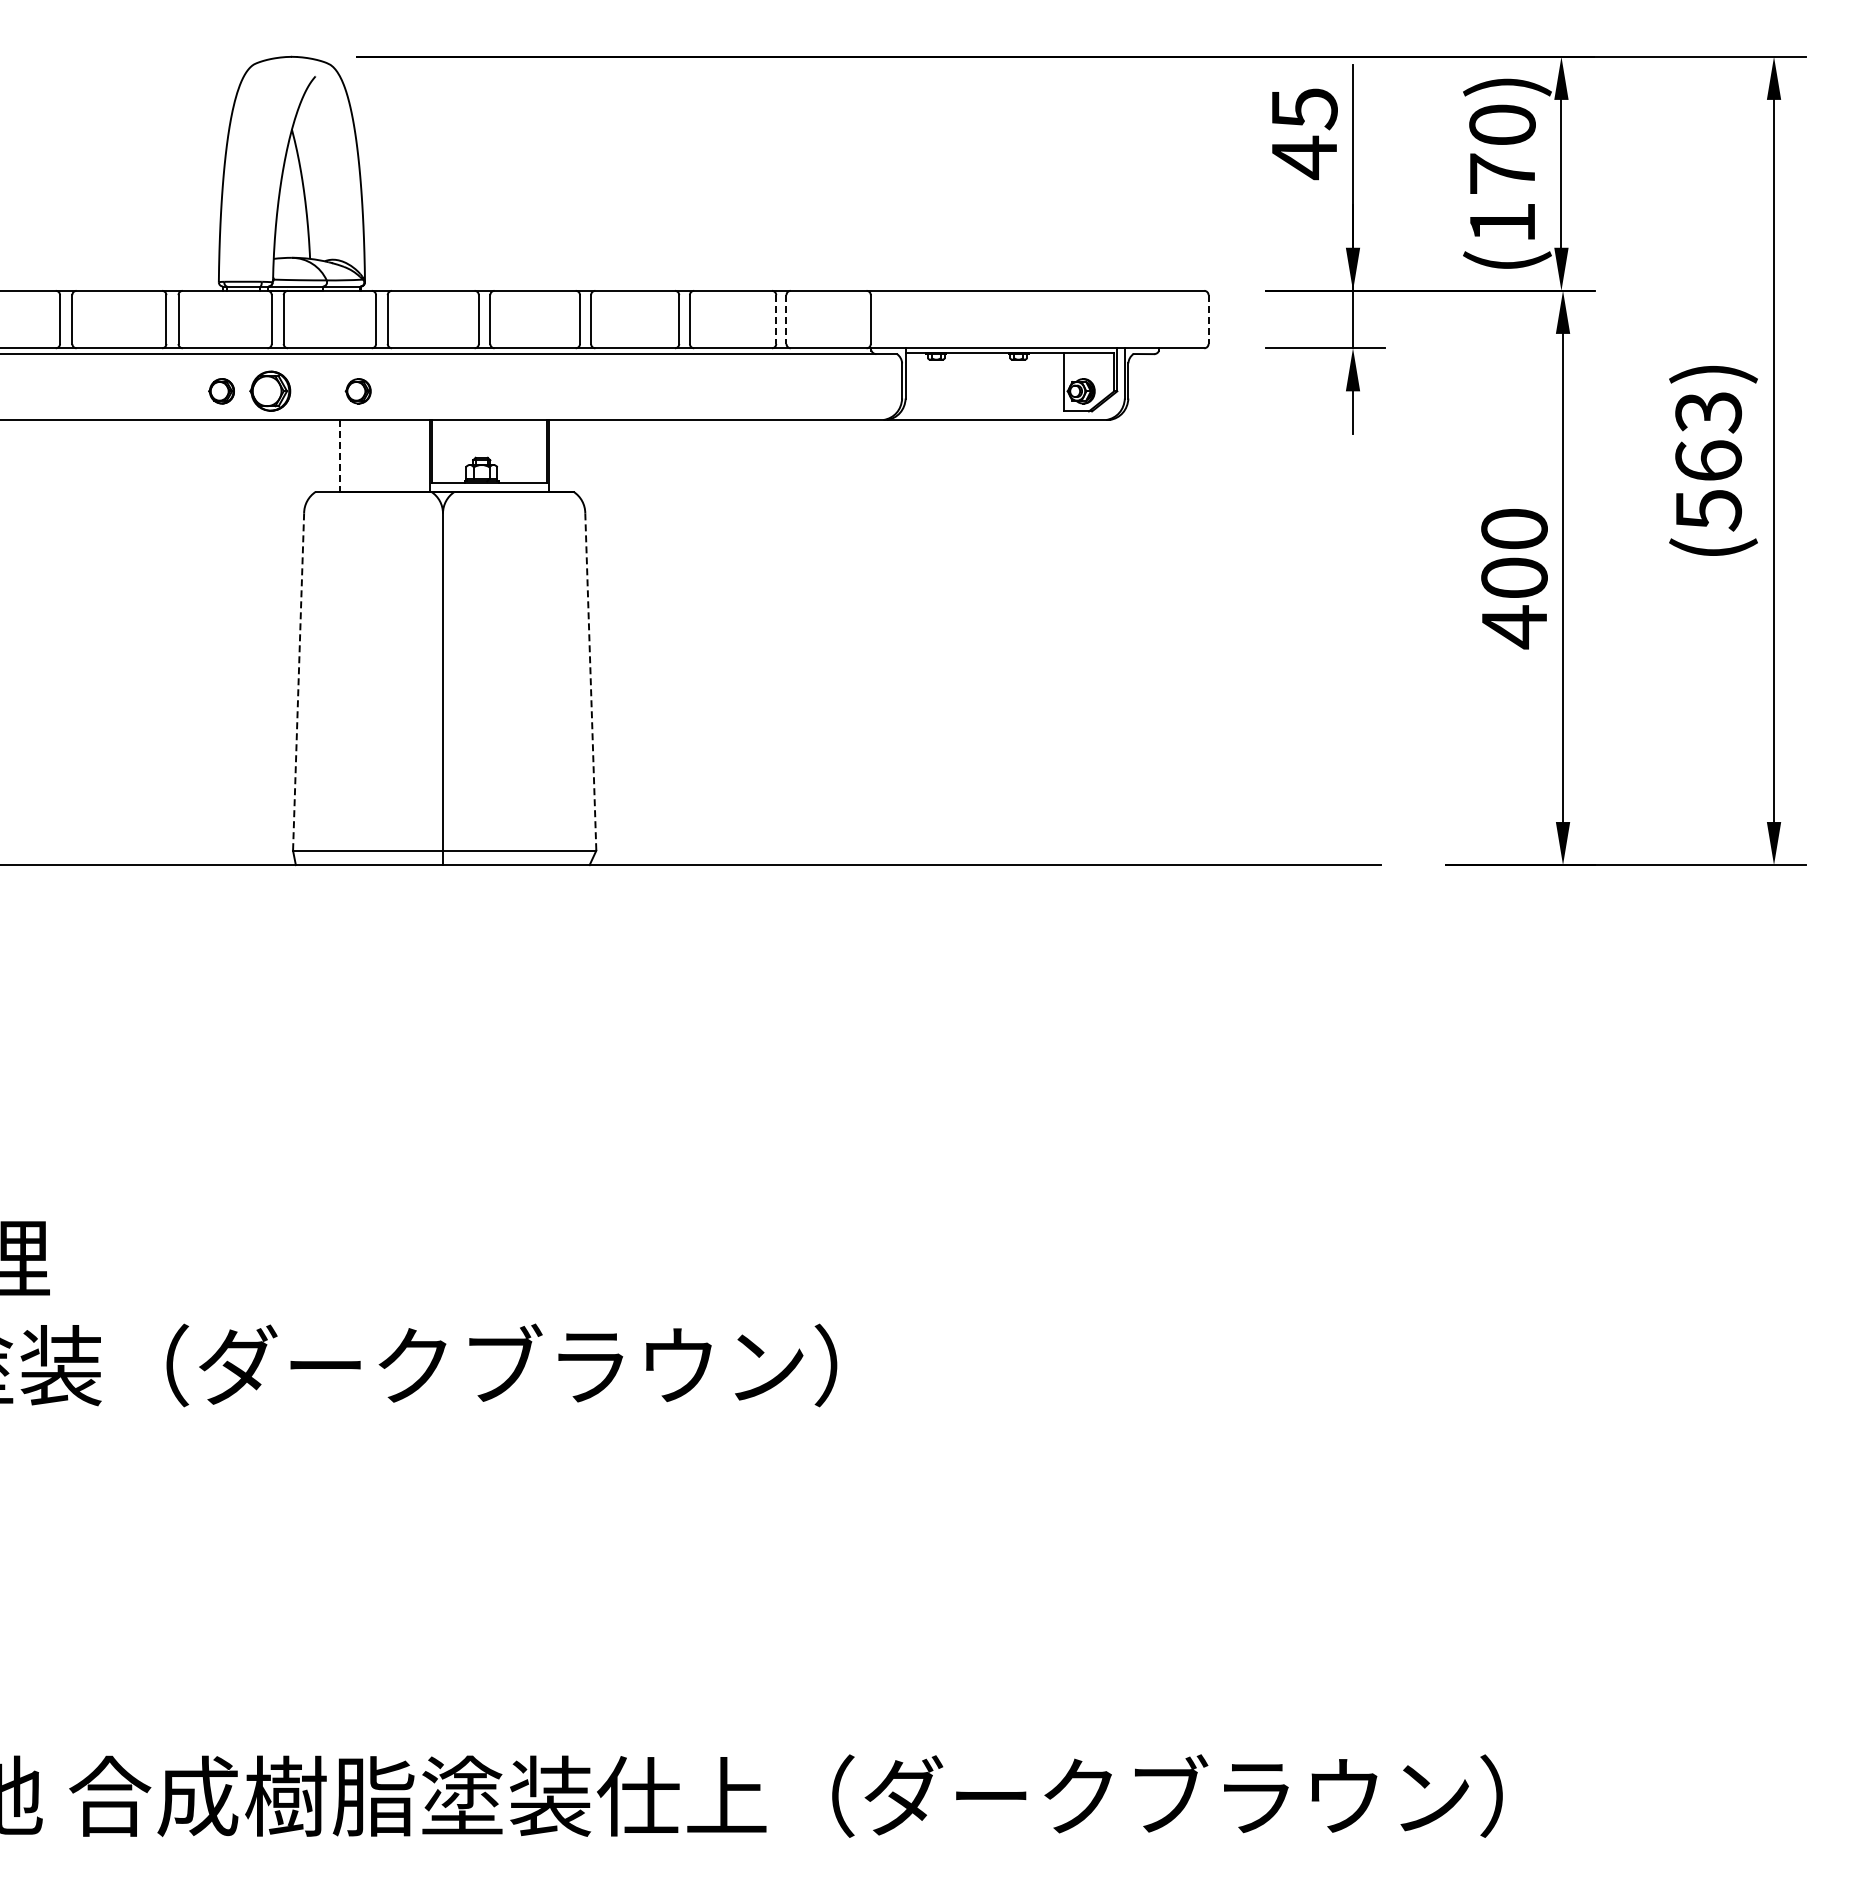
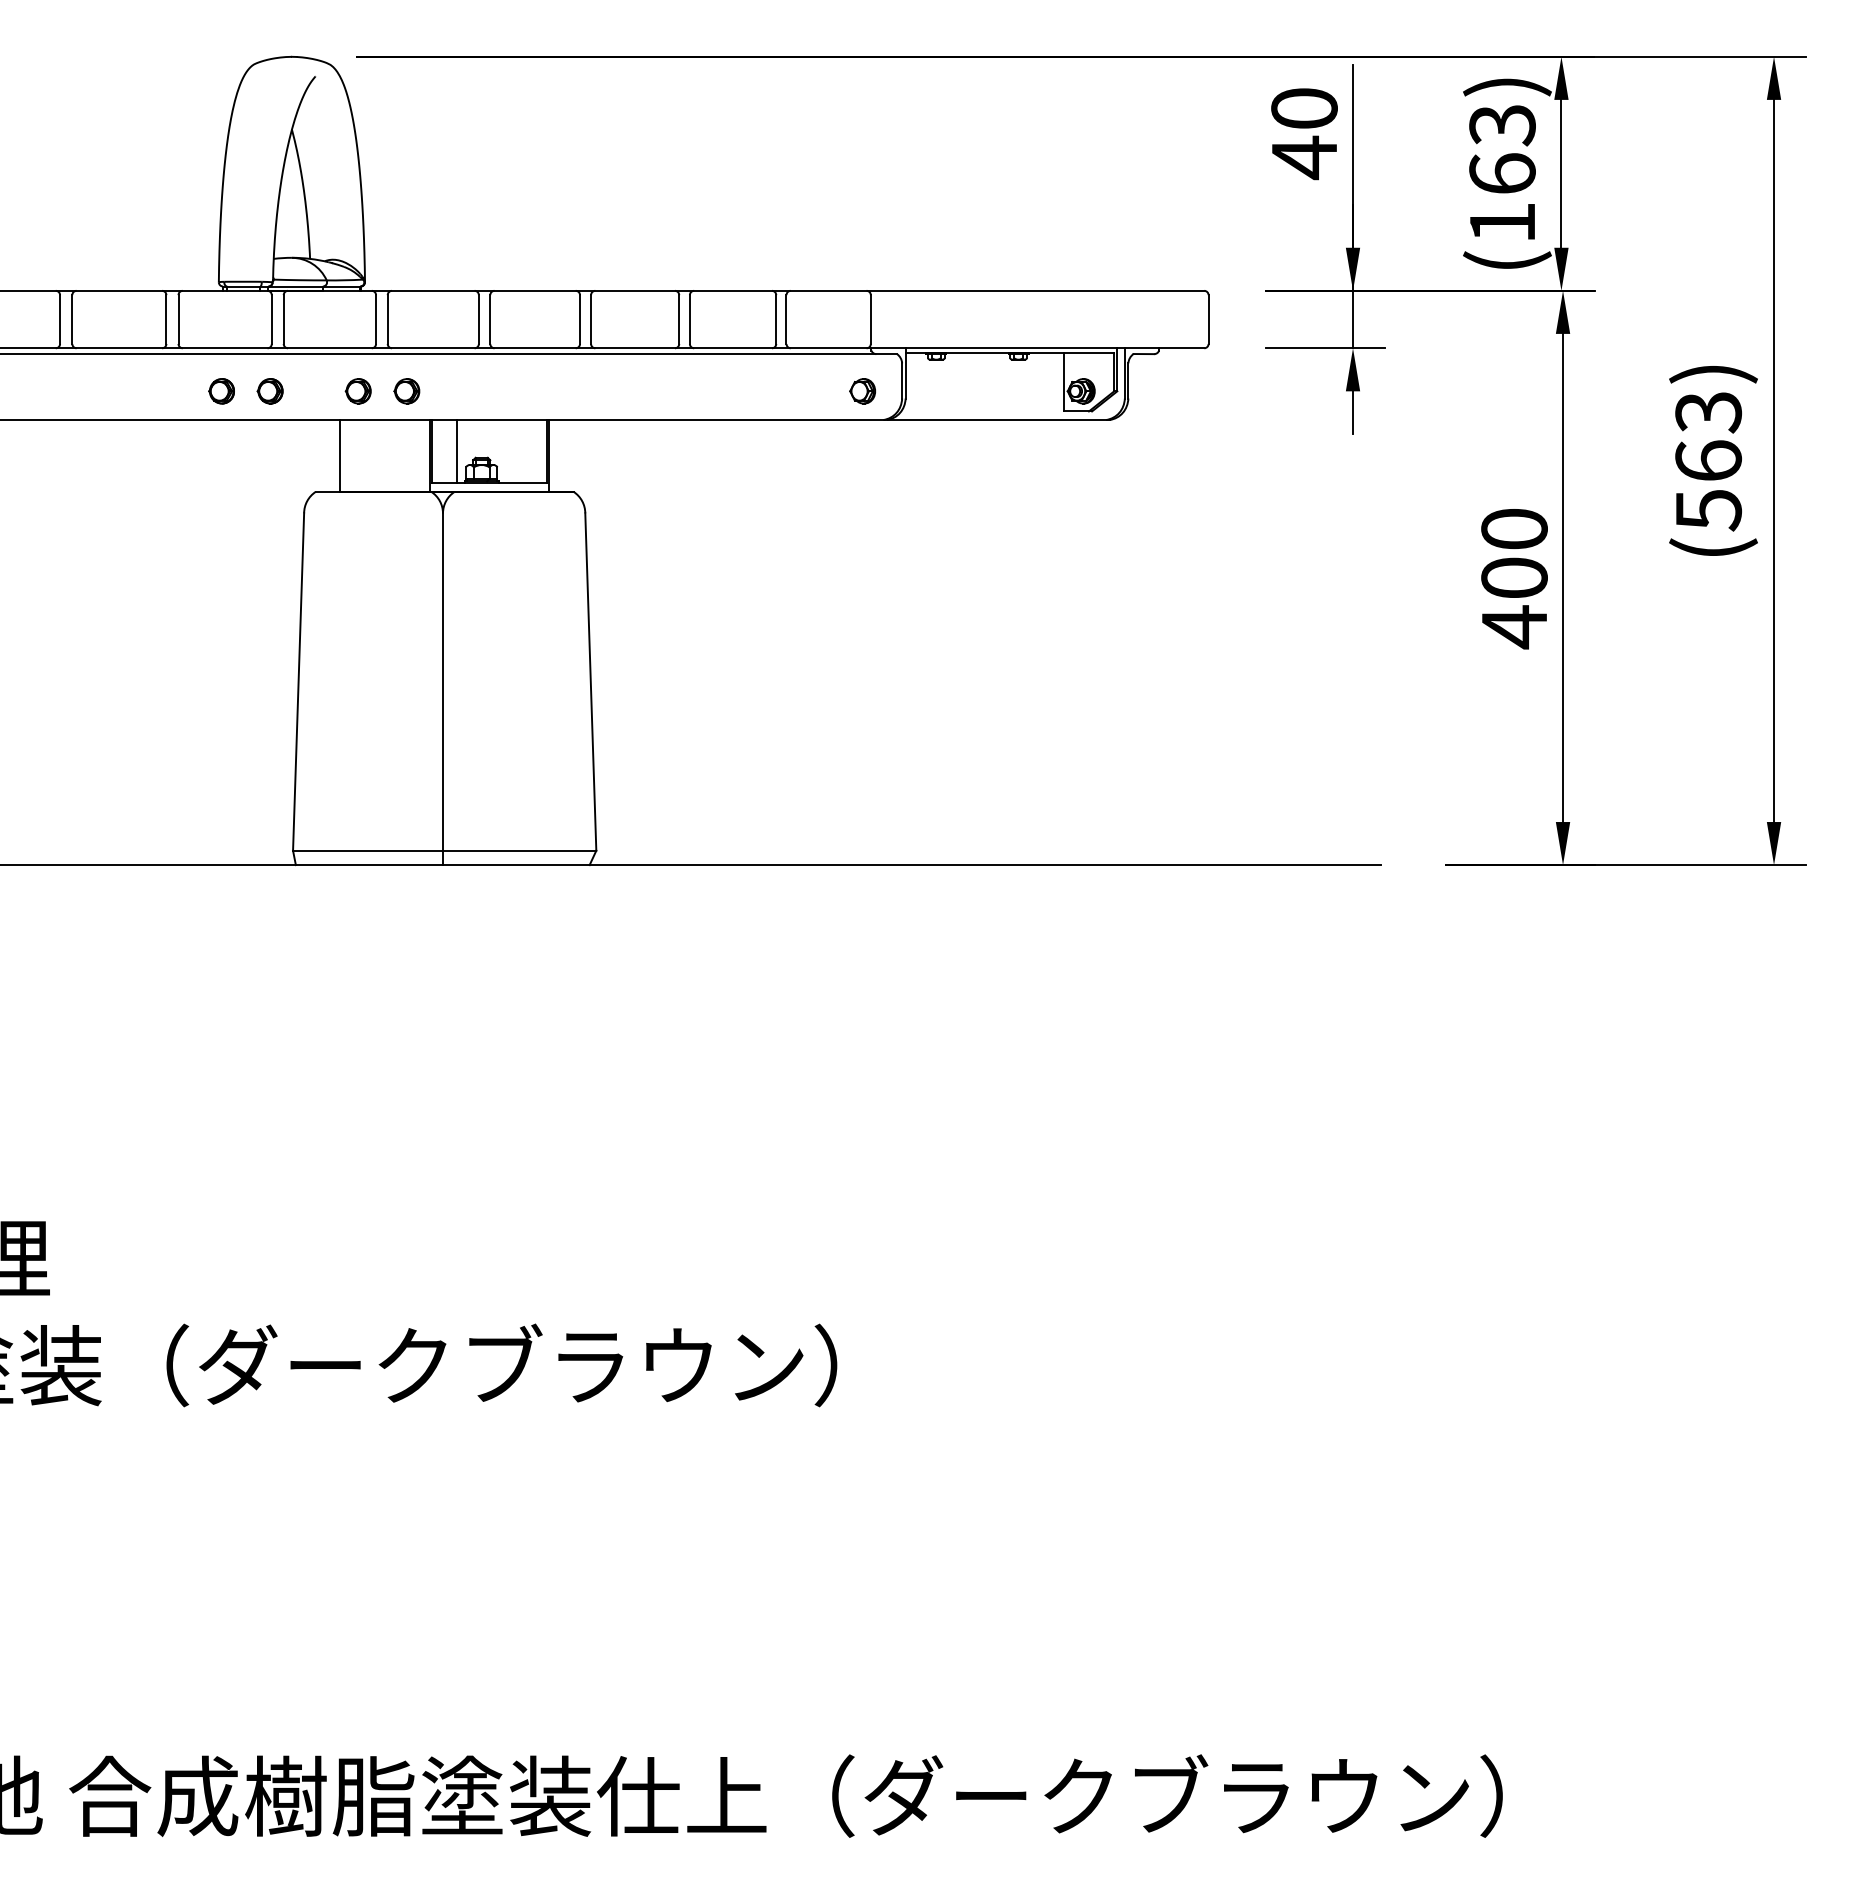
text at (1304, 109): 45 -> 40
text at (1502, 148): (170) -> (163)
line at (776, 320): dashed -> solid
line at (786, 320): dashed -> solid
line at (1208, 320): dashed -> solid
part at (270, 390) size: 43x42 px -> 28x27 px
part at (406, 391): none -> present
part at (862, 391): none -> present
line at (456, 451): none -> present
line at (340, 455): dashed -> solid
line at (298, 682): dashed -> solid
line at (590, 682): dashed -> solid
